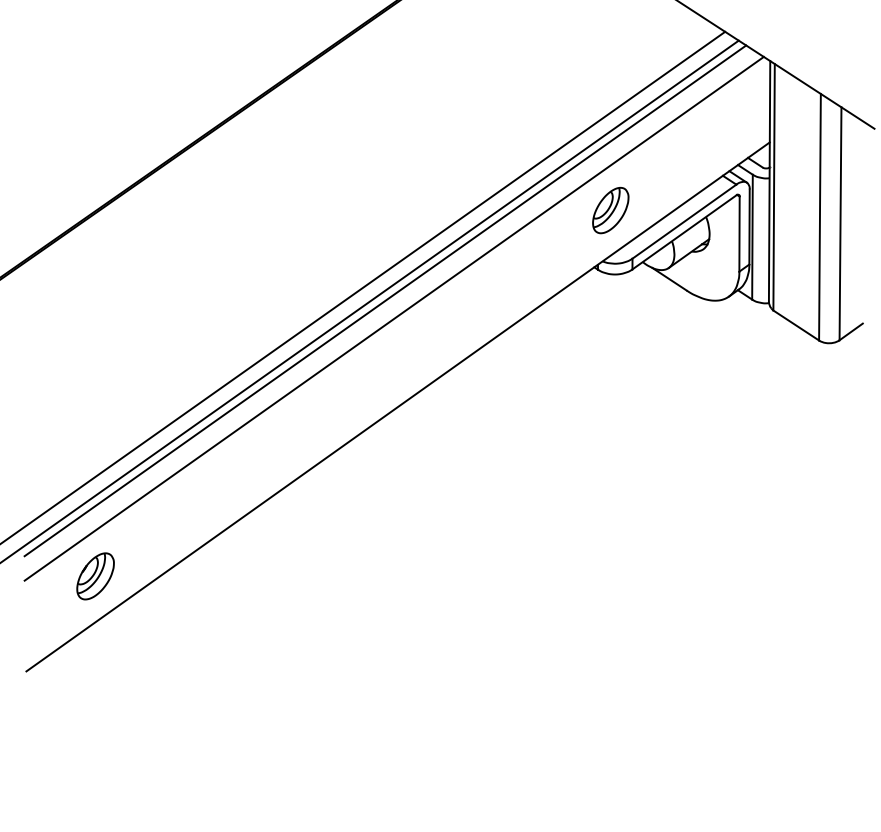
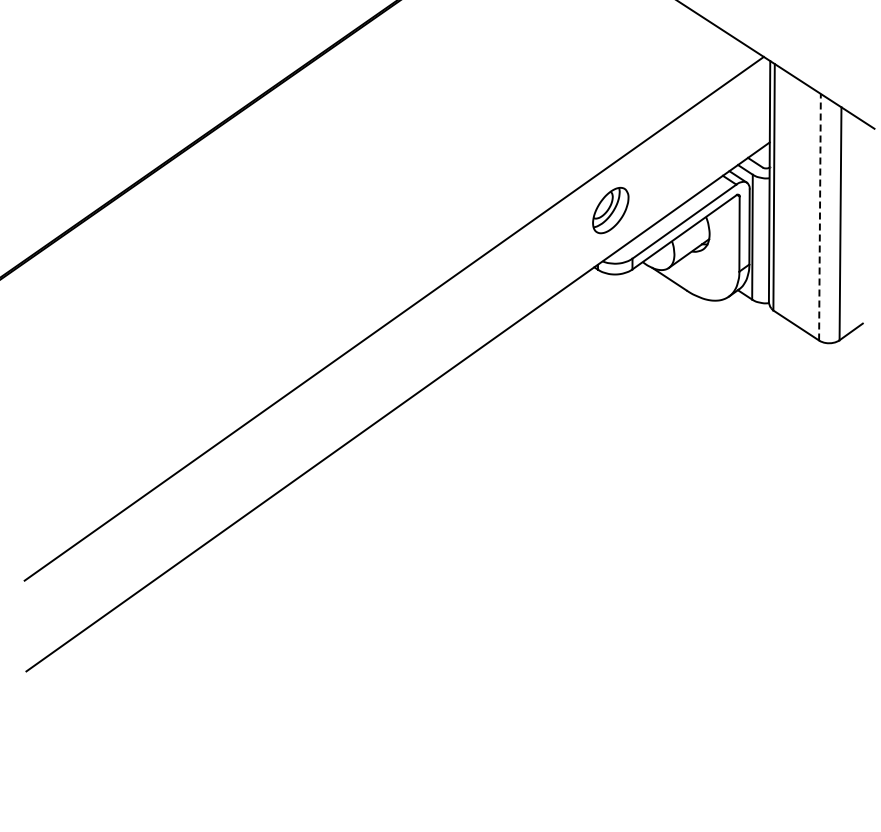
line at (819, 216): solid -> dashed
line at (363, 286): present -> none
line at (370, 300): present -> none
line at (385, 300): present -> none
part at (95, 576): present -> none
